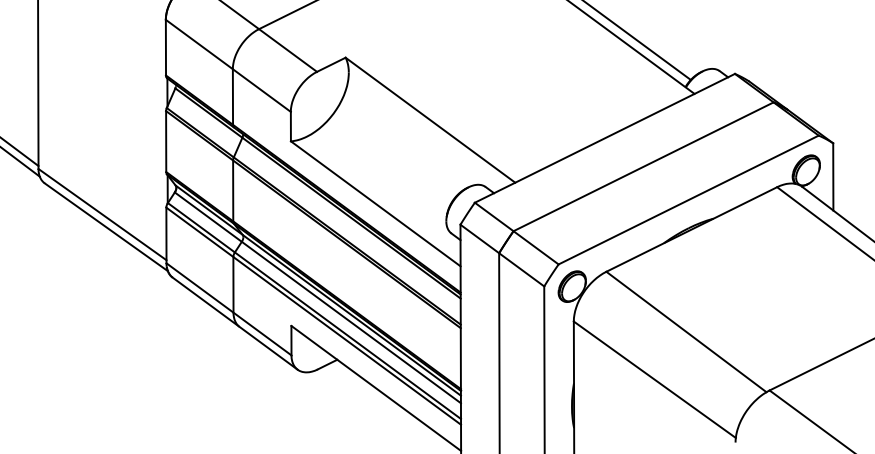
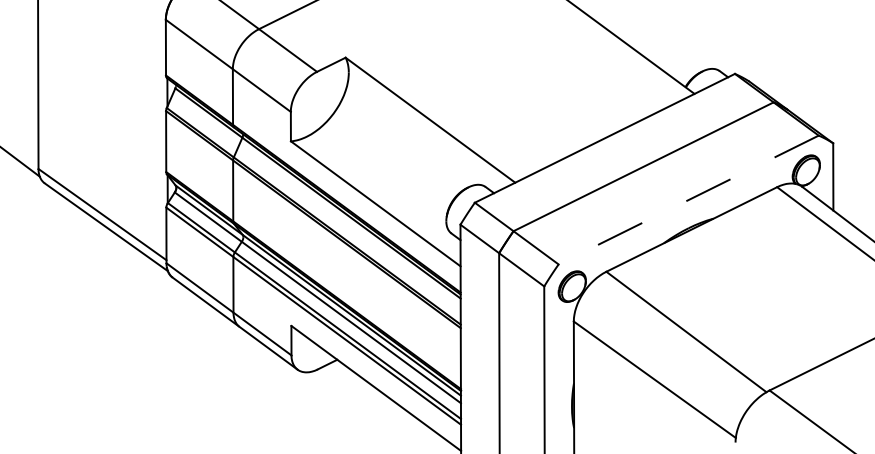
line at (637, 40): present -> none
line at (20, 152): present -> none
line at (688, 200): solid -> dashed
